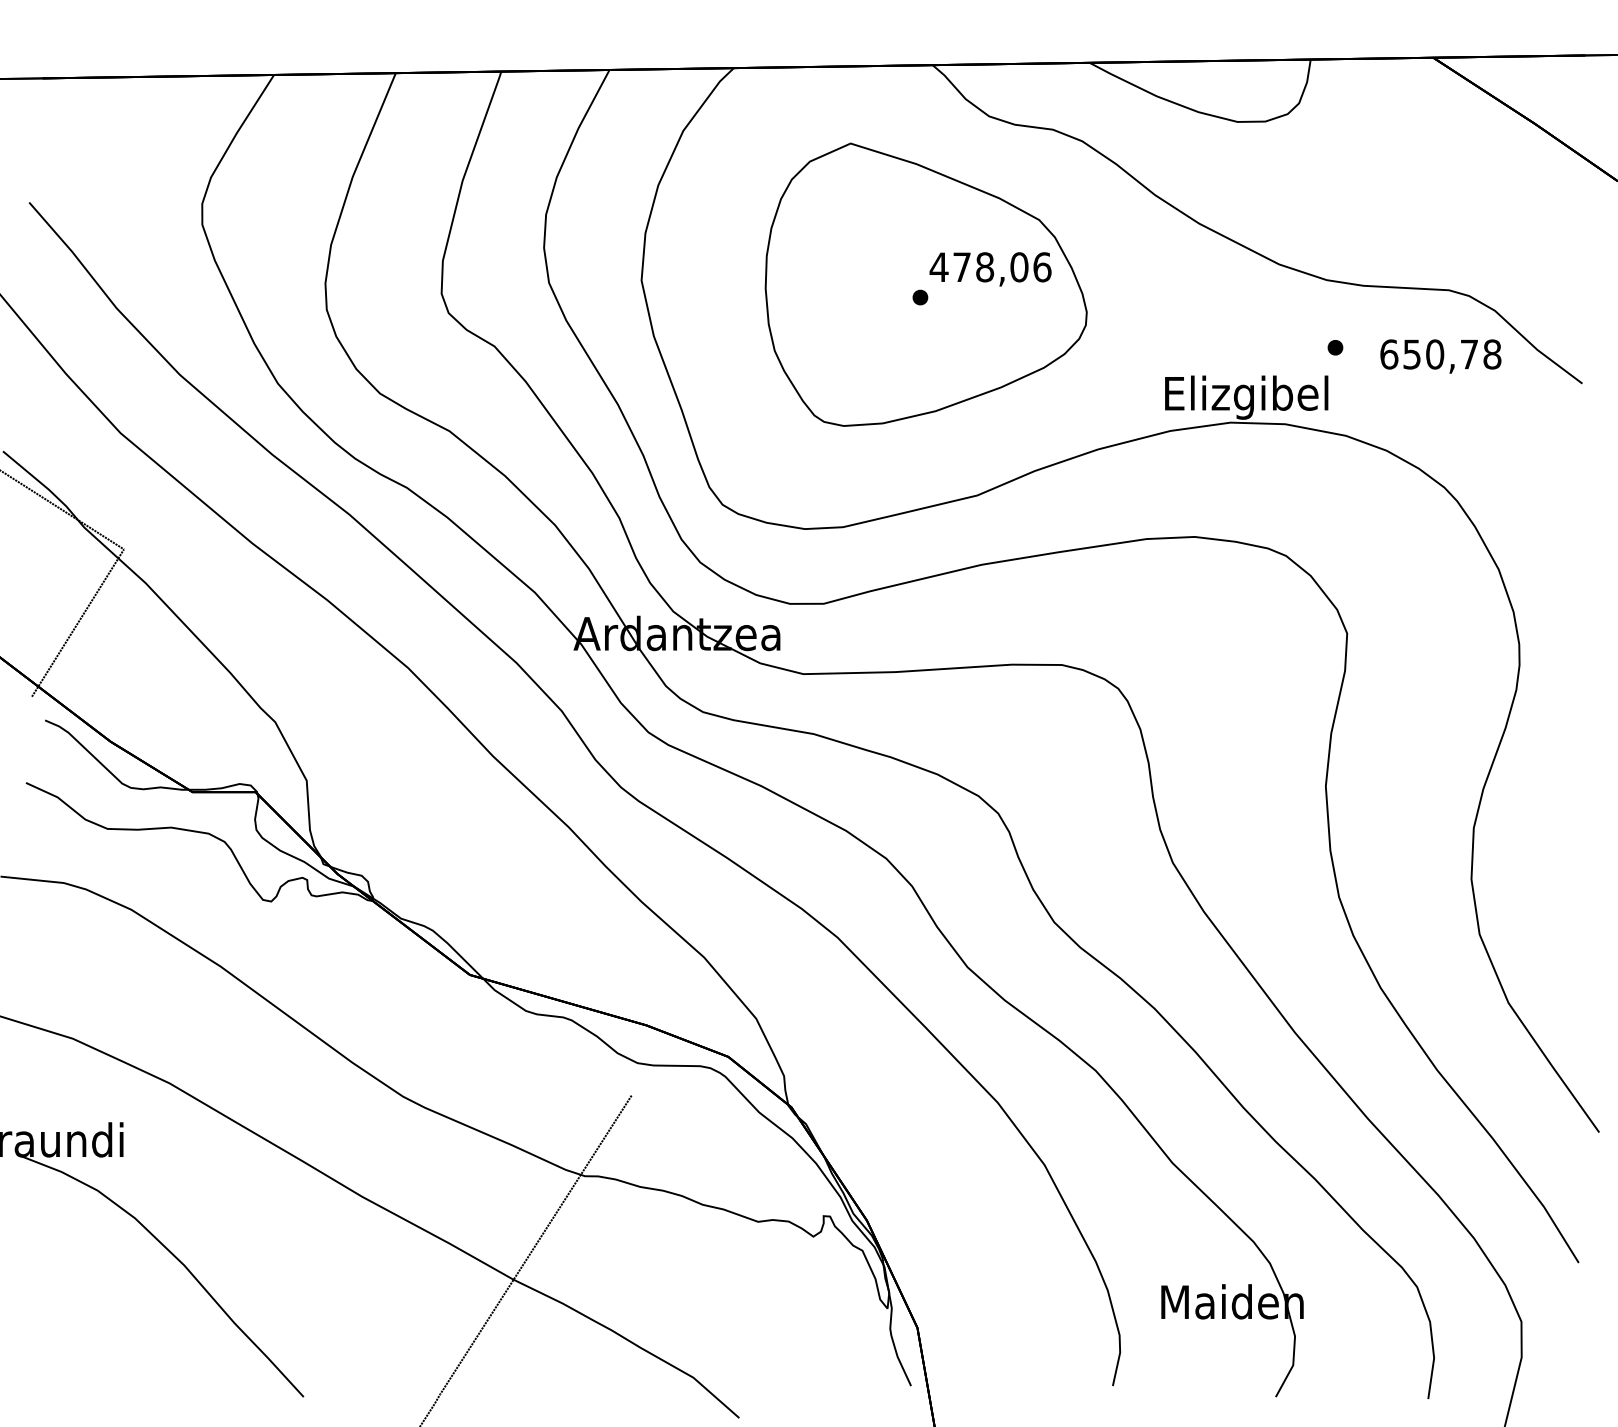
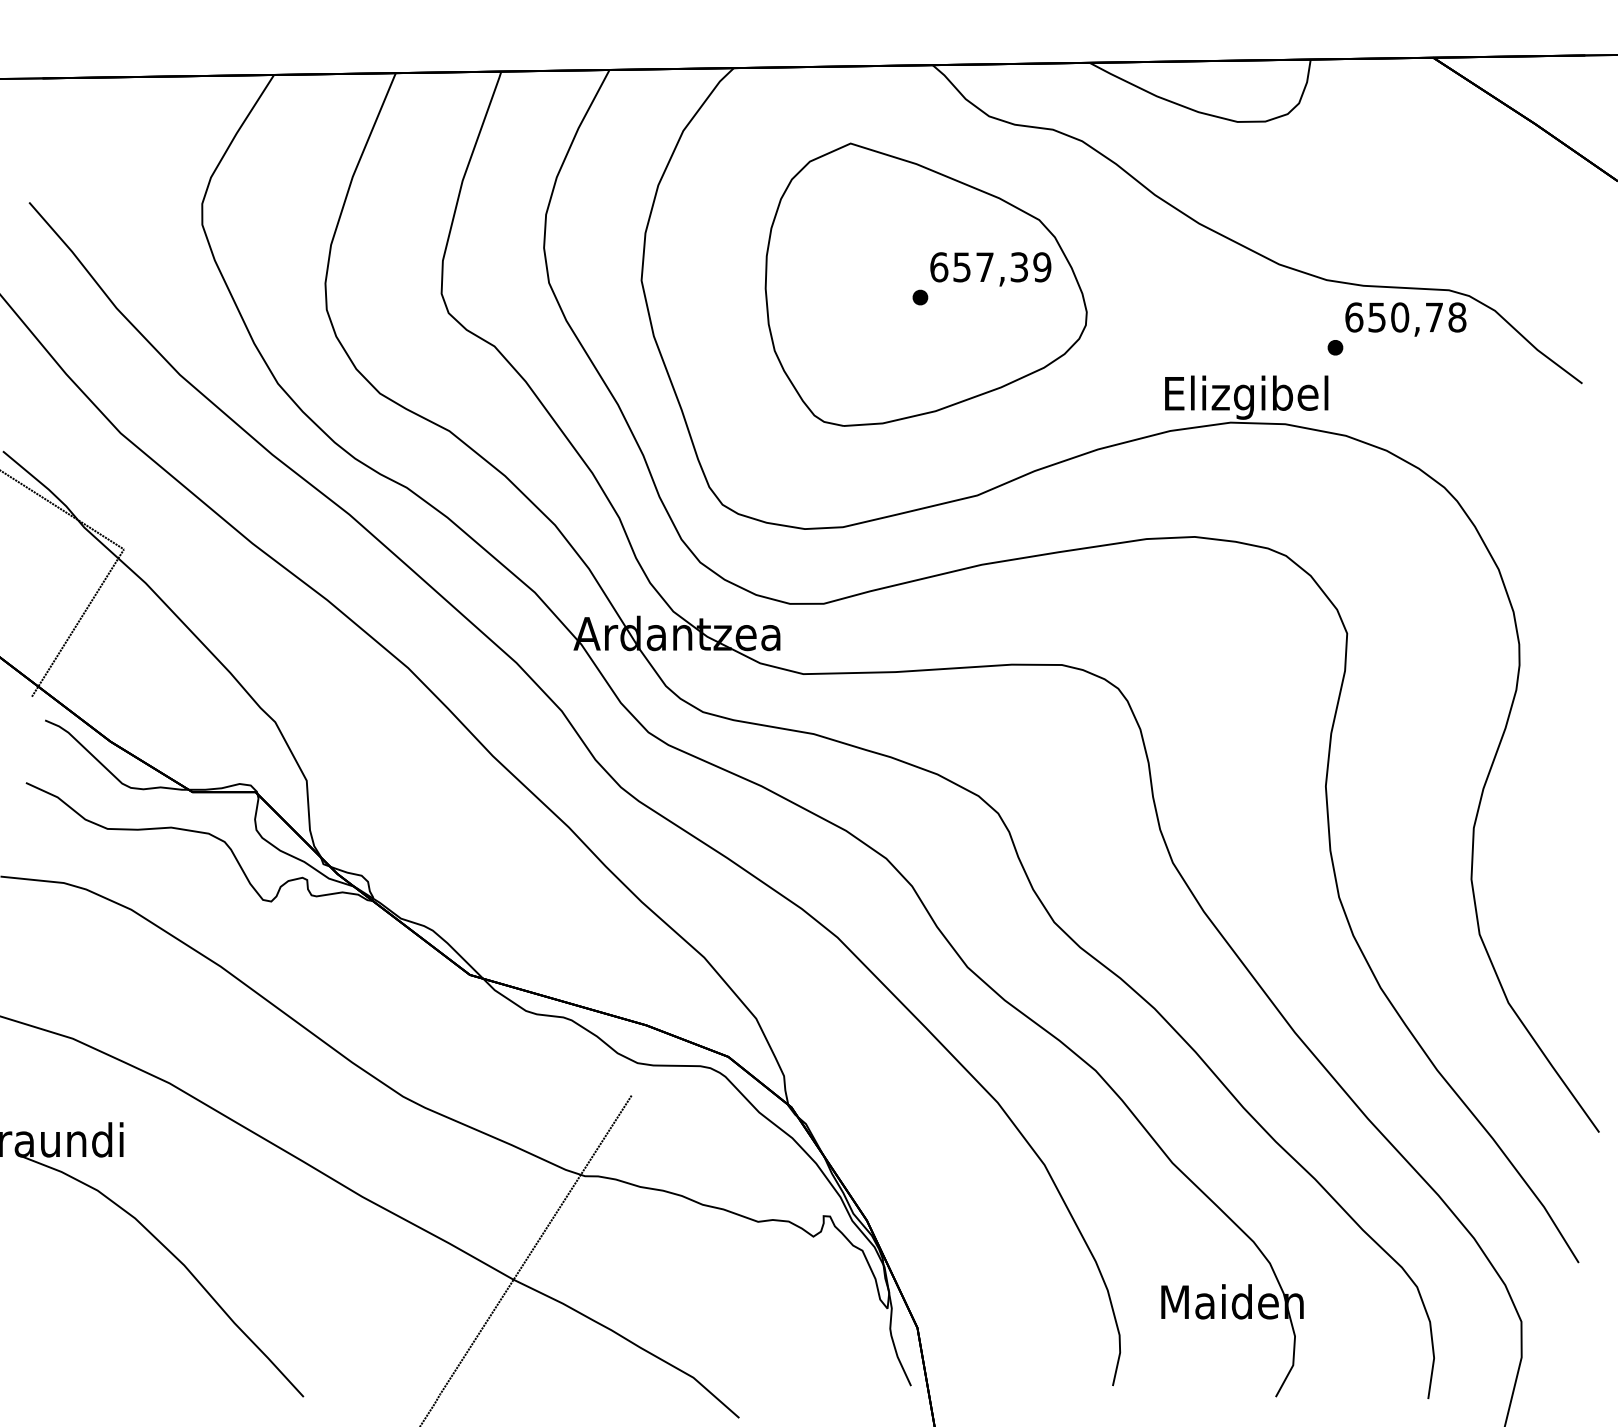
text at (990, 267): 478,06 -> 657,39
text at (1440, 356) position: (1440, 356) -> (1405, 319)
